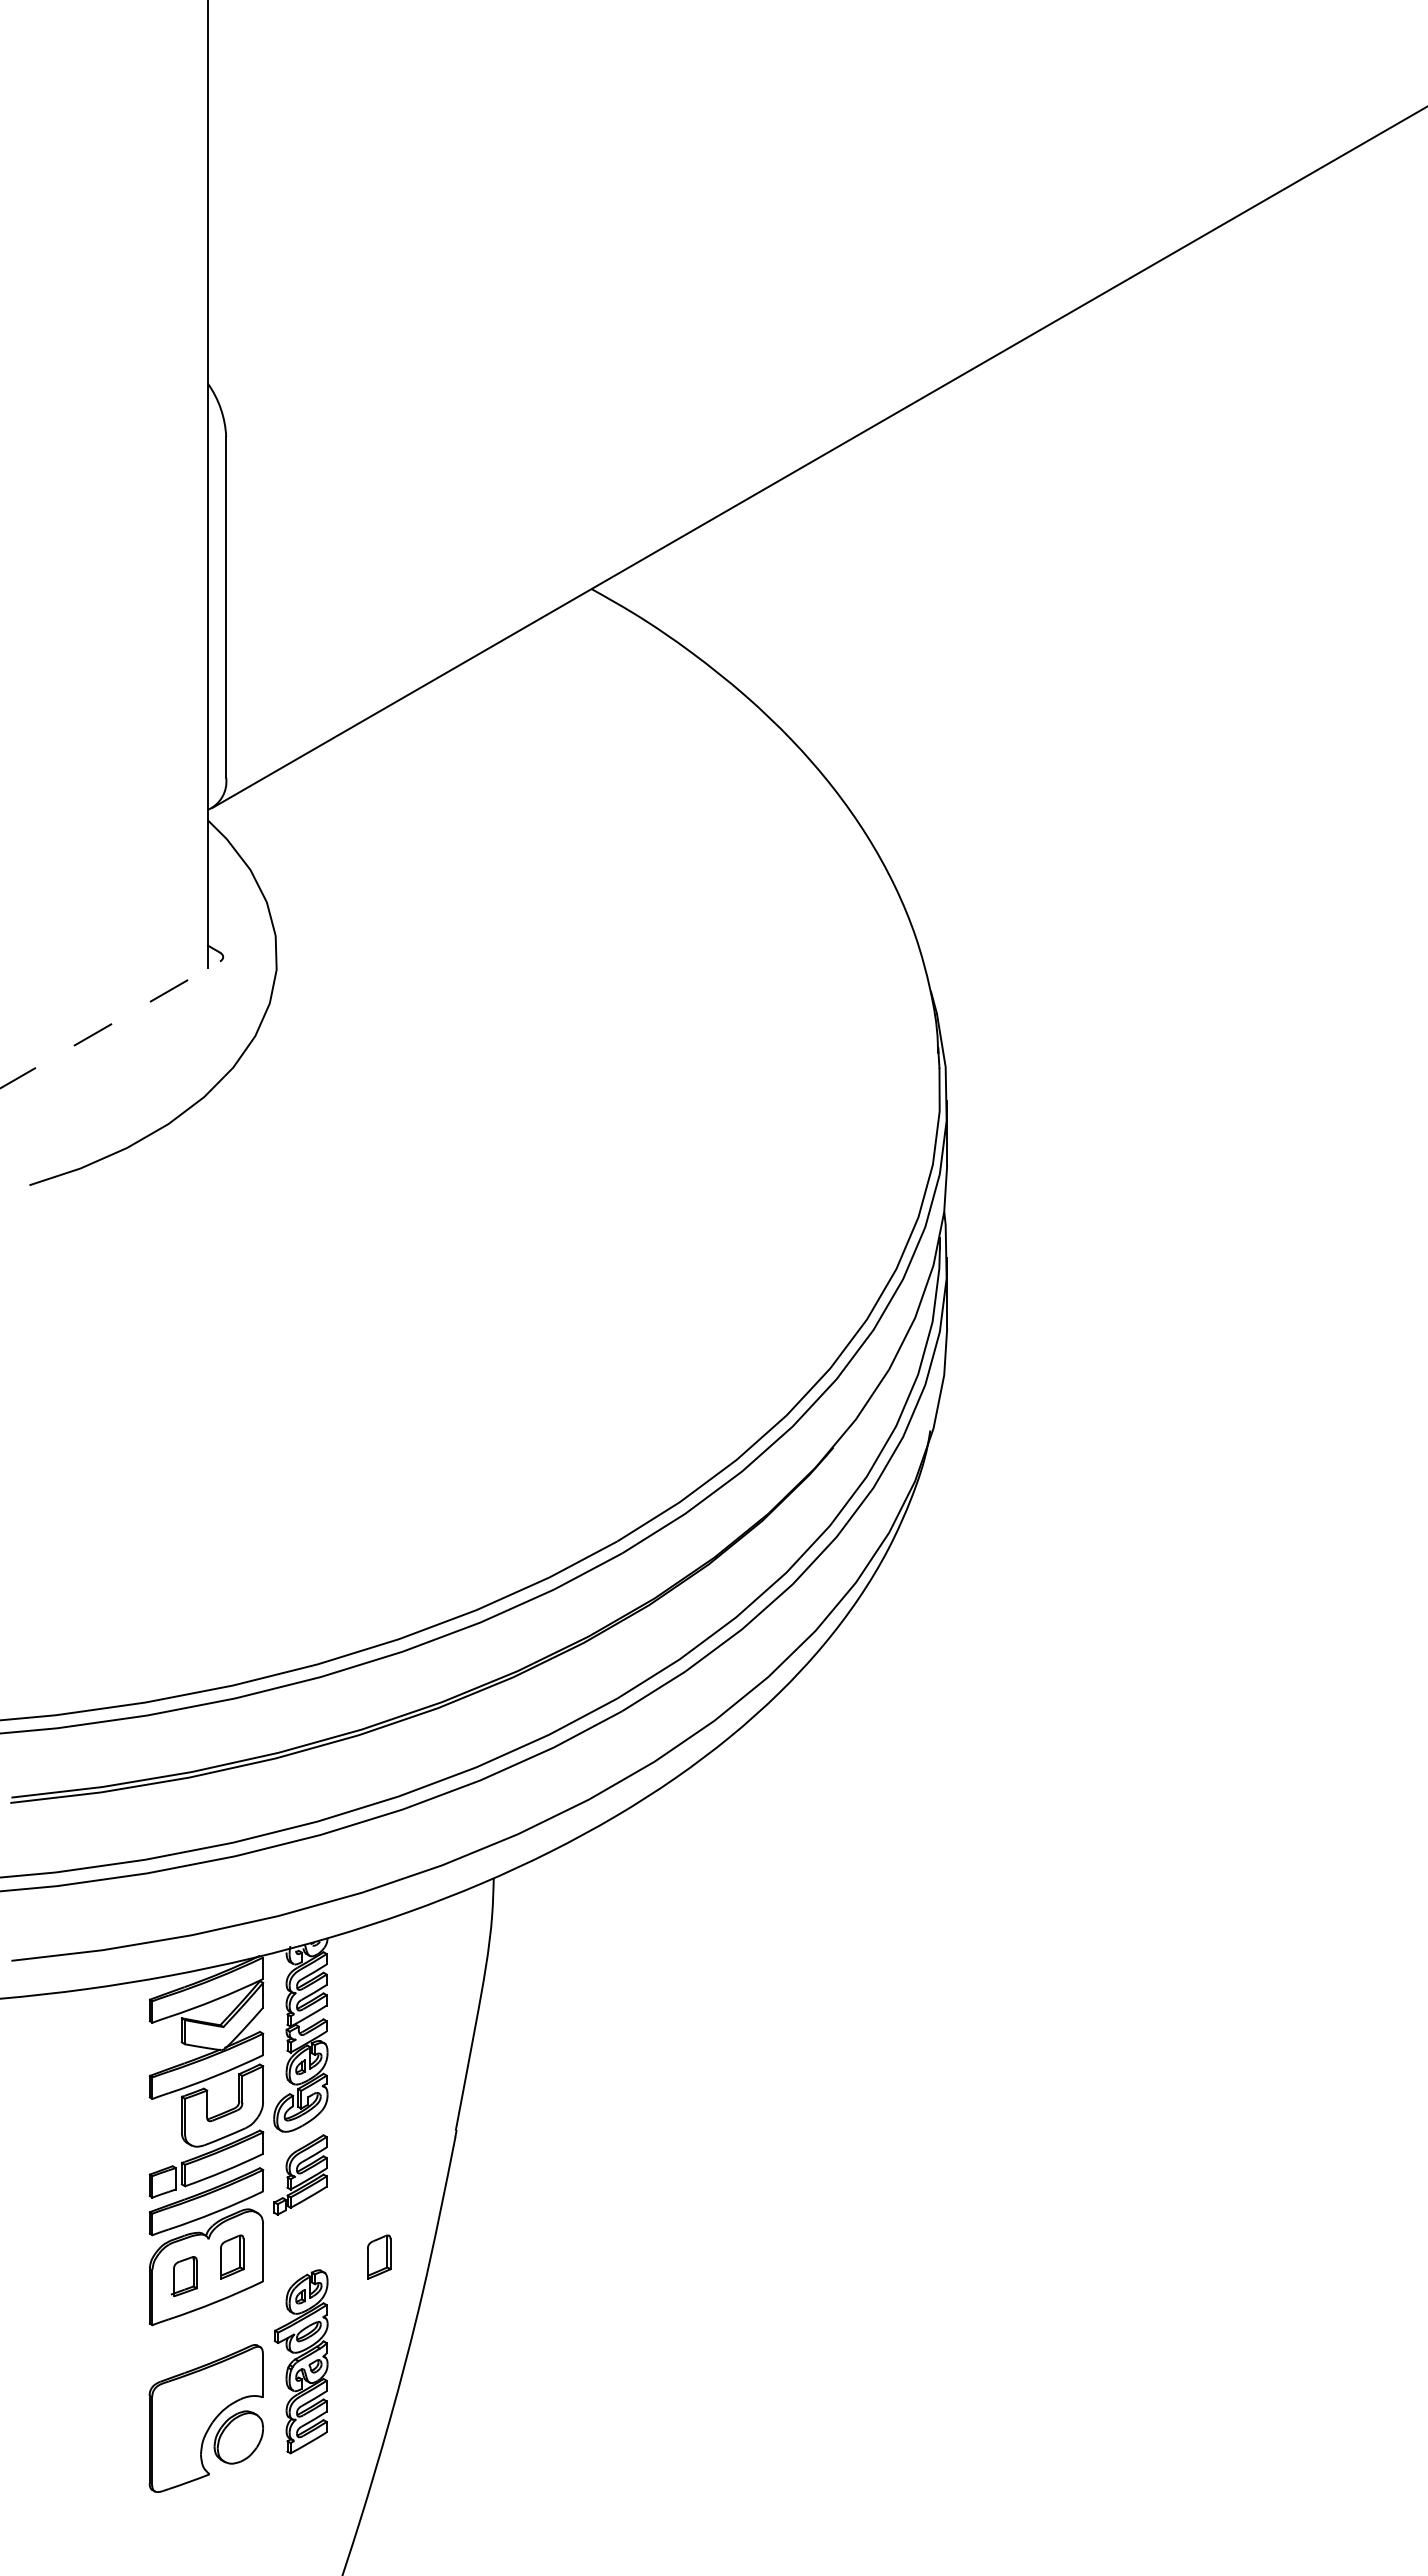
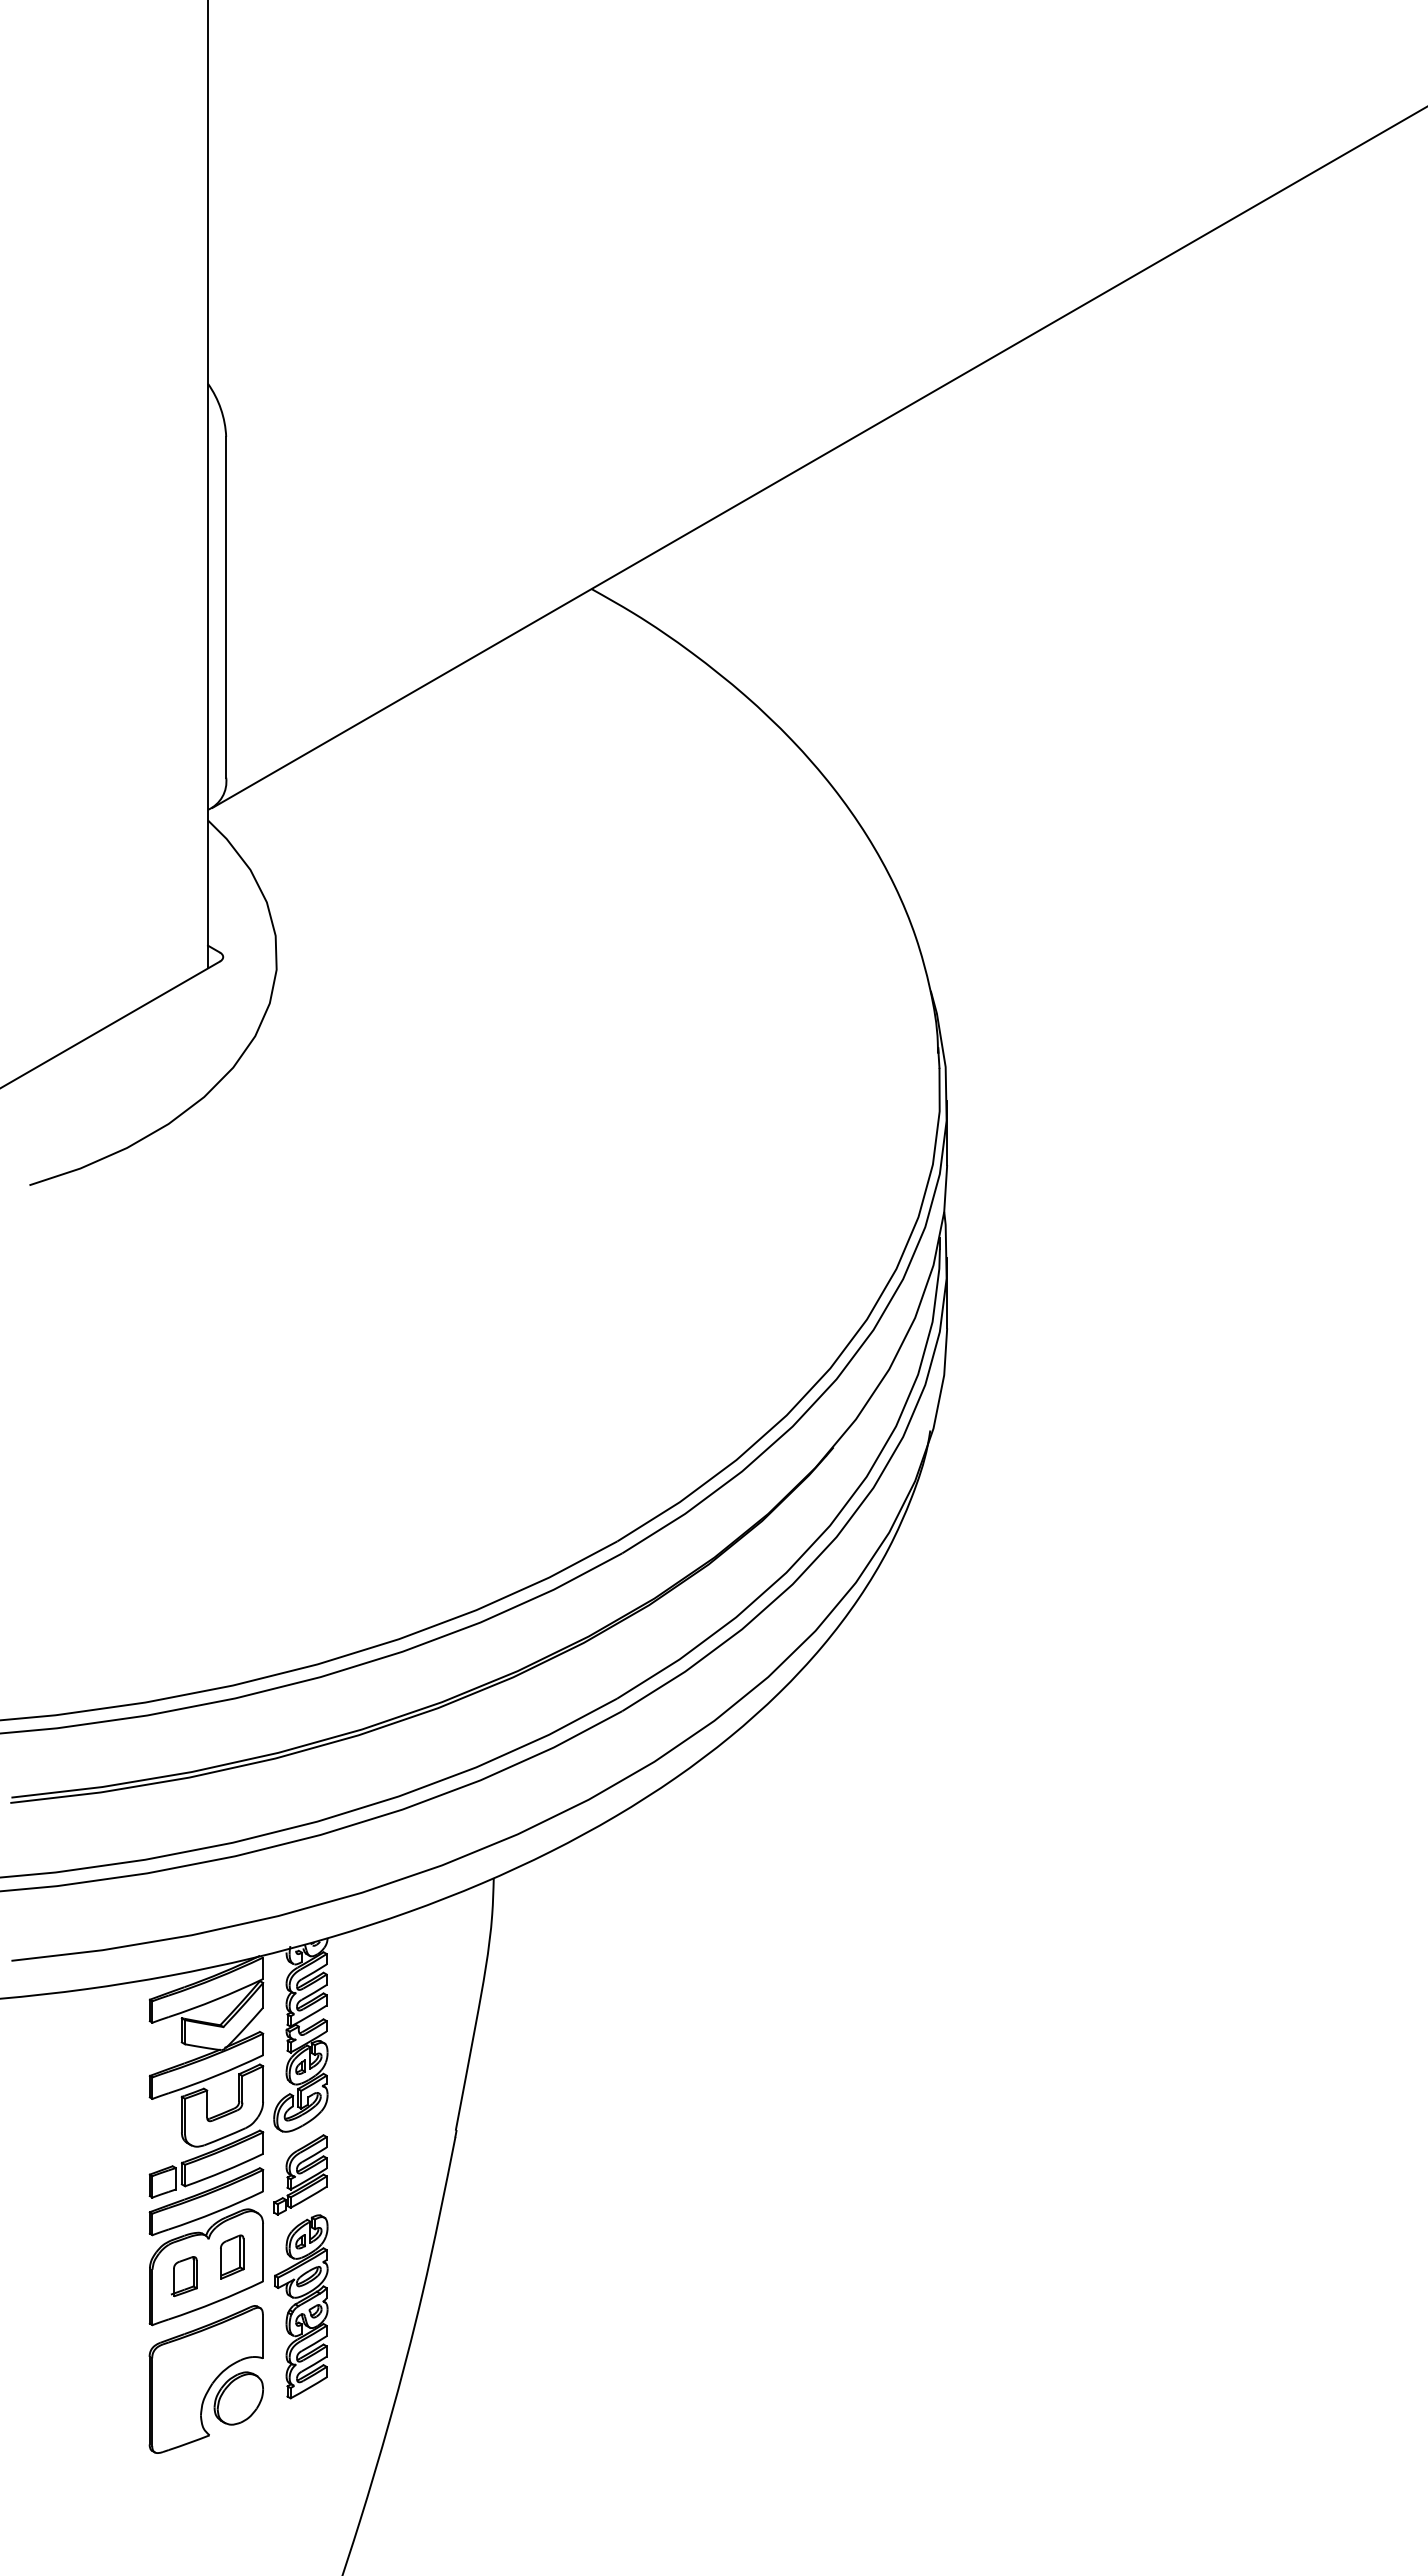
line at (110, 1024): dashed -> solid
part at (379, 2256): present -> none
part at (301, 2361) position: (301, 2361) -> (301, 2306)
part at (205, 2418) position: (205, 2418) -> (205, 2379)
